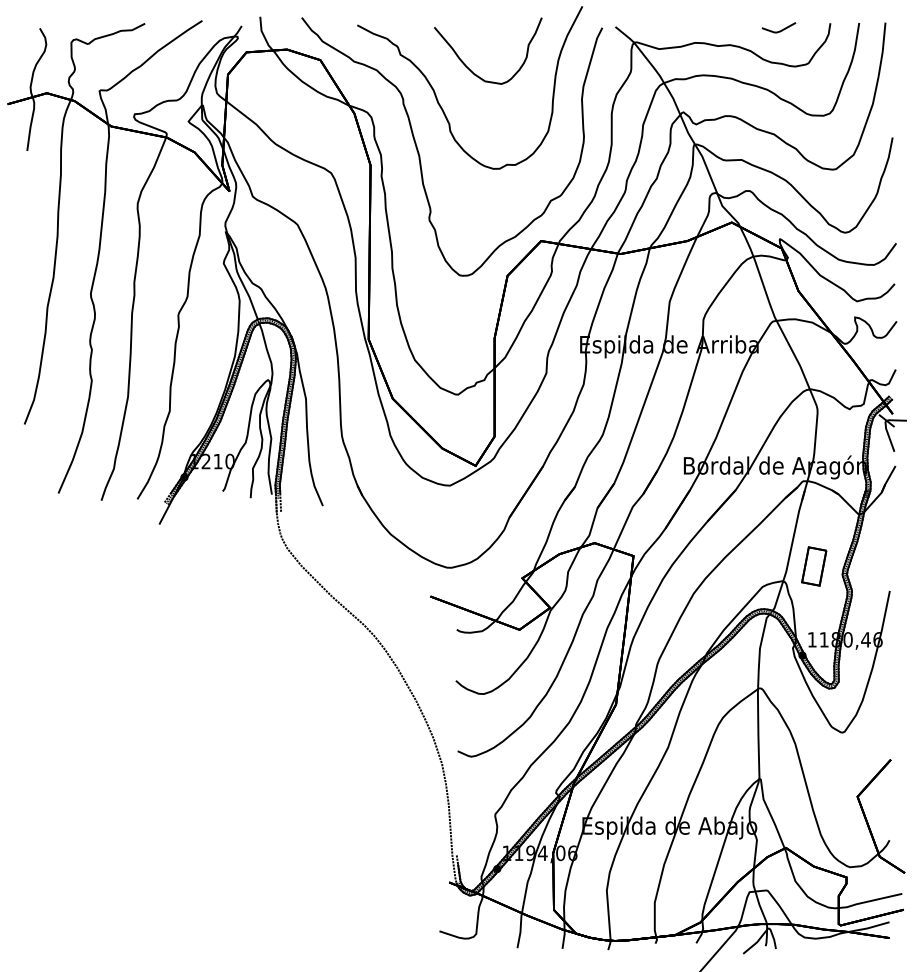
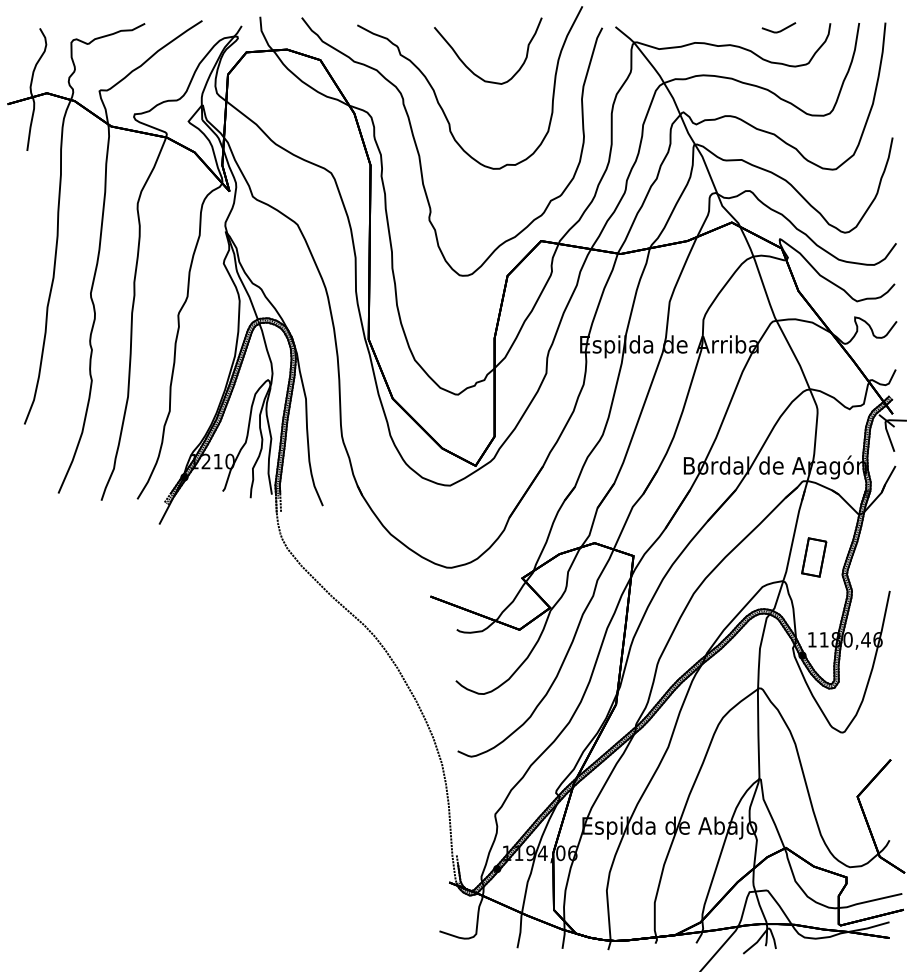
part at (814, 566) position: (814, 566) -> (814, 557)
